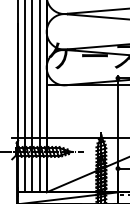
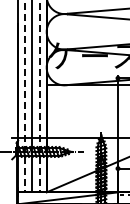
line at (25, 96): solid -> dashed
line at (39, 96): solid -> dashed
